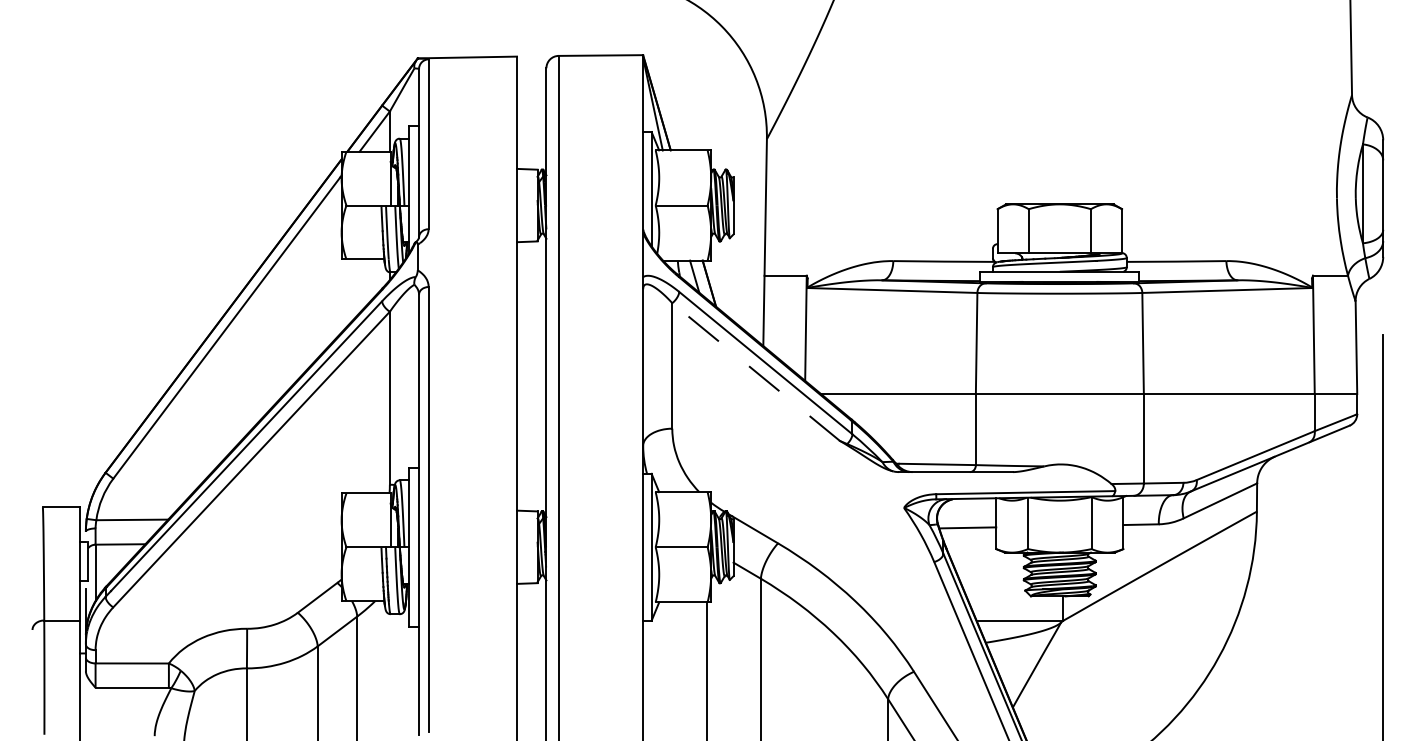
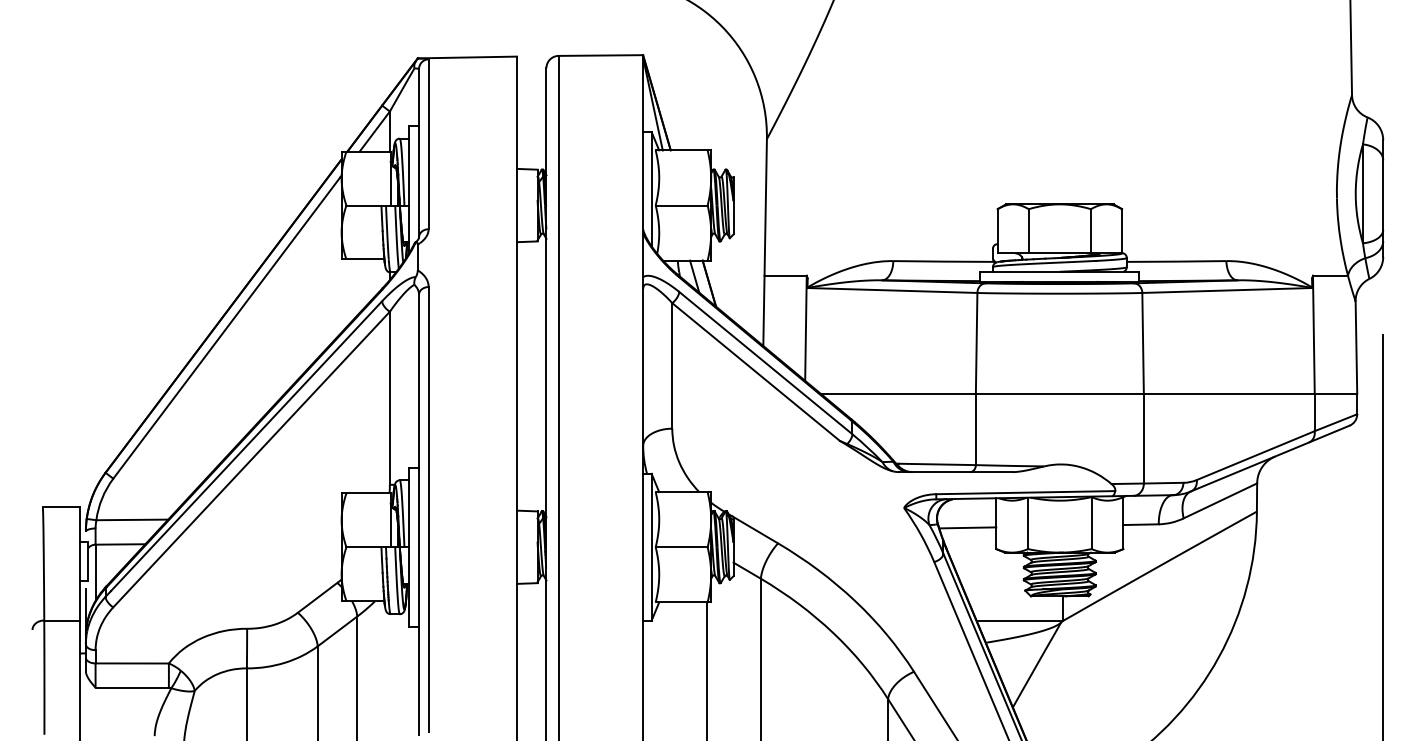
line at (755, 371): dashed -> solid
